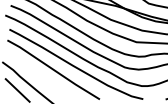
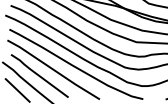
line at (39, 75): none -> present
